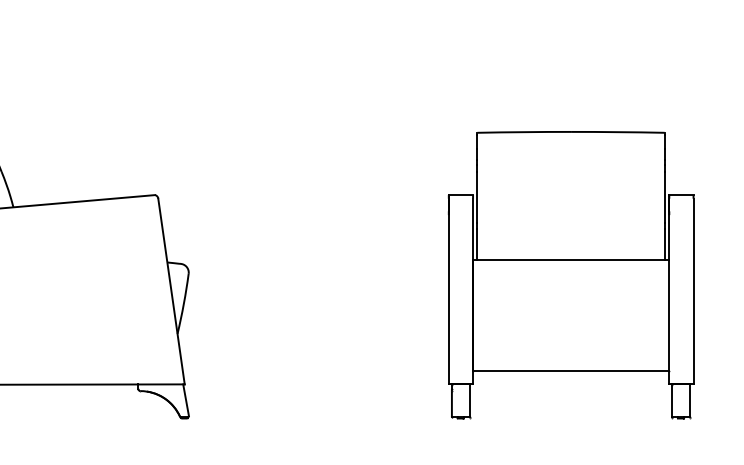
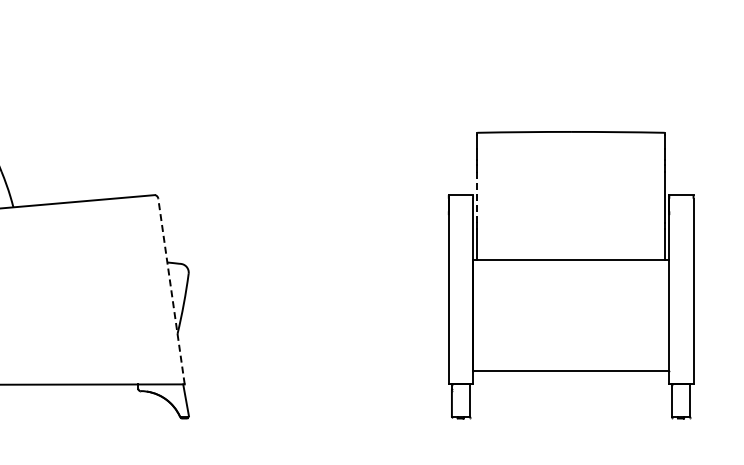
line at (477, 196): solid -> dashed
line at (171, 291): solid -> dashed
